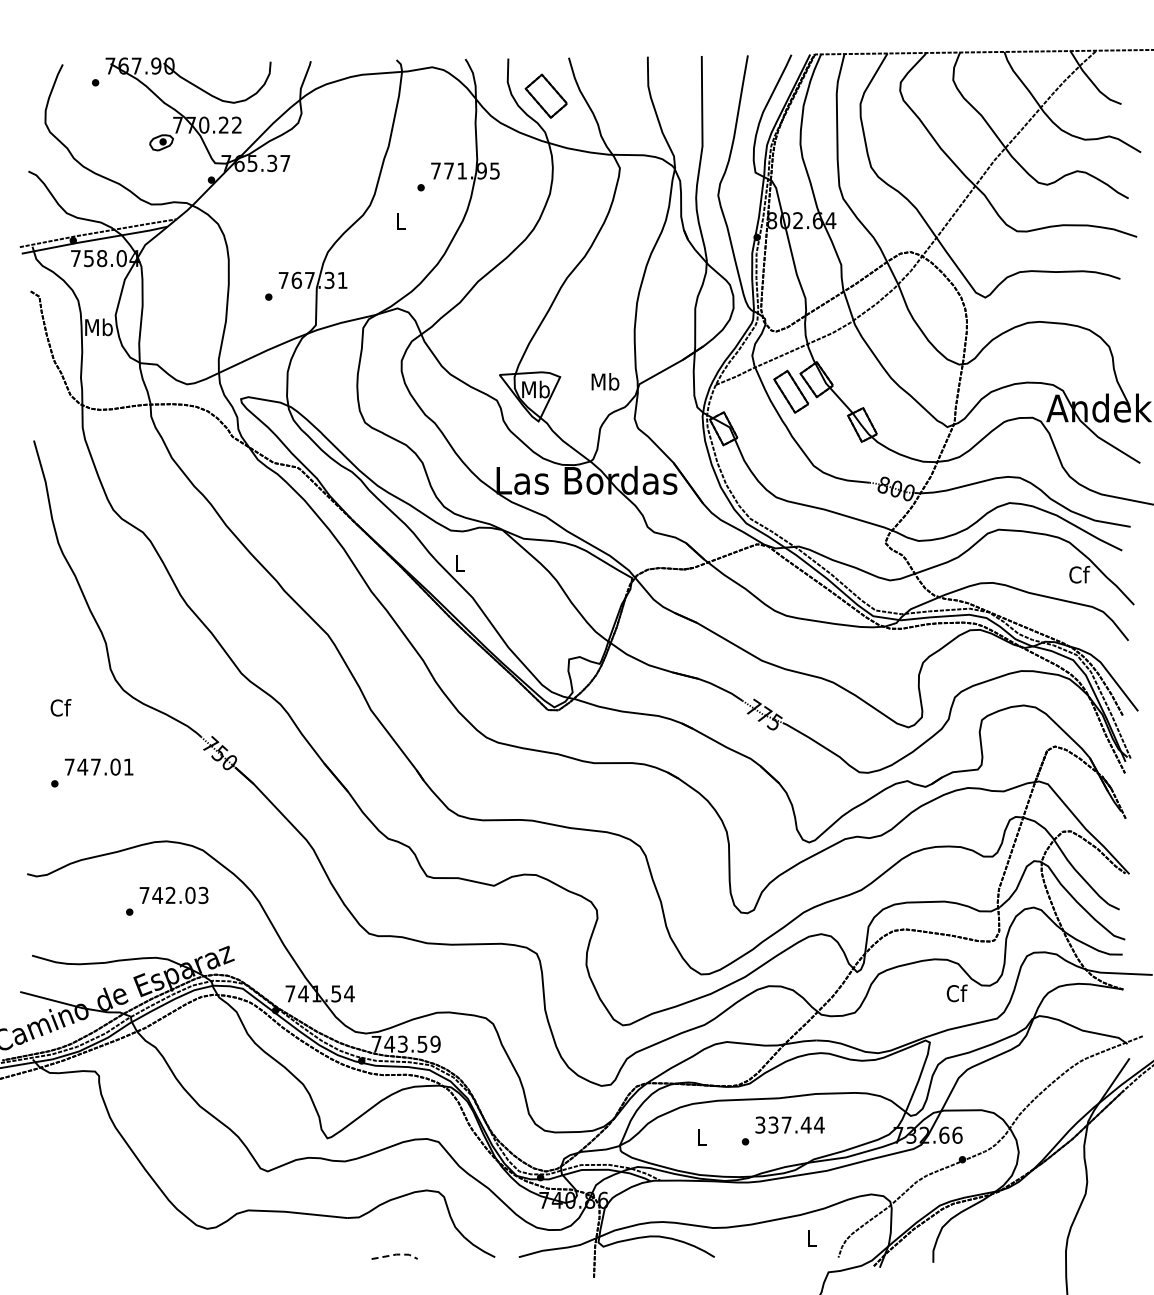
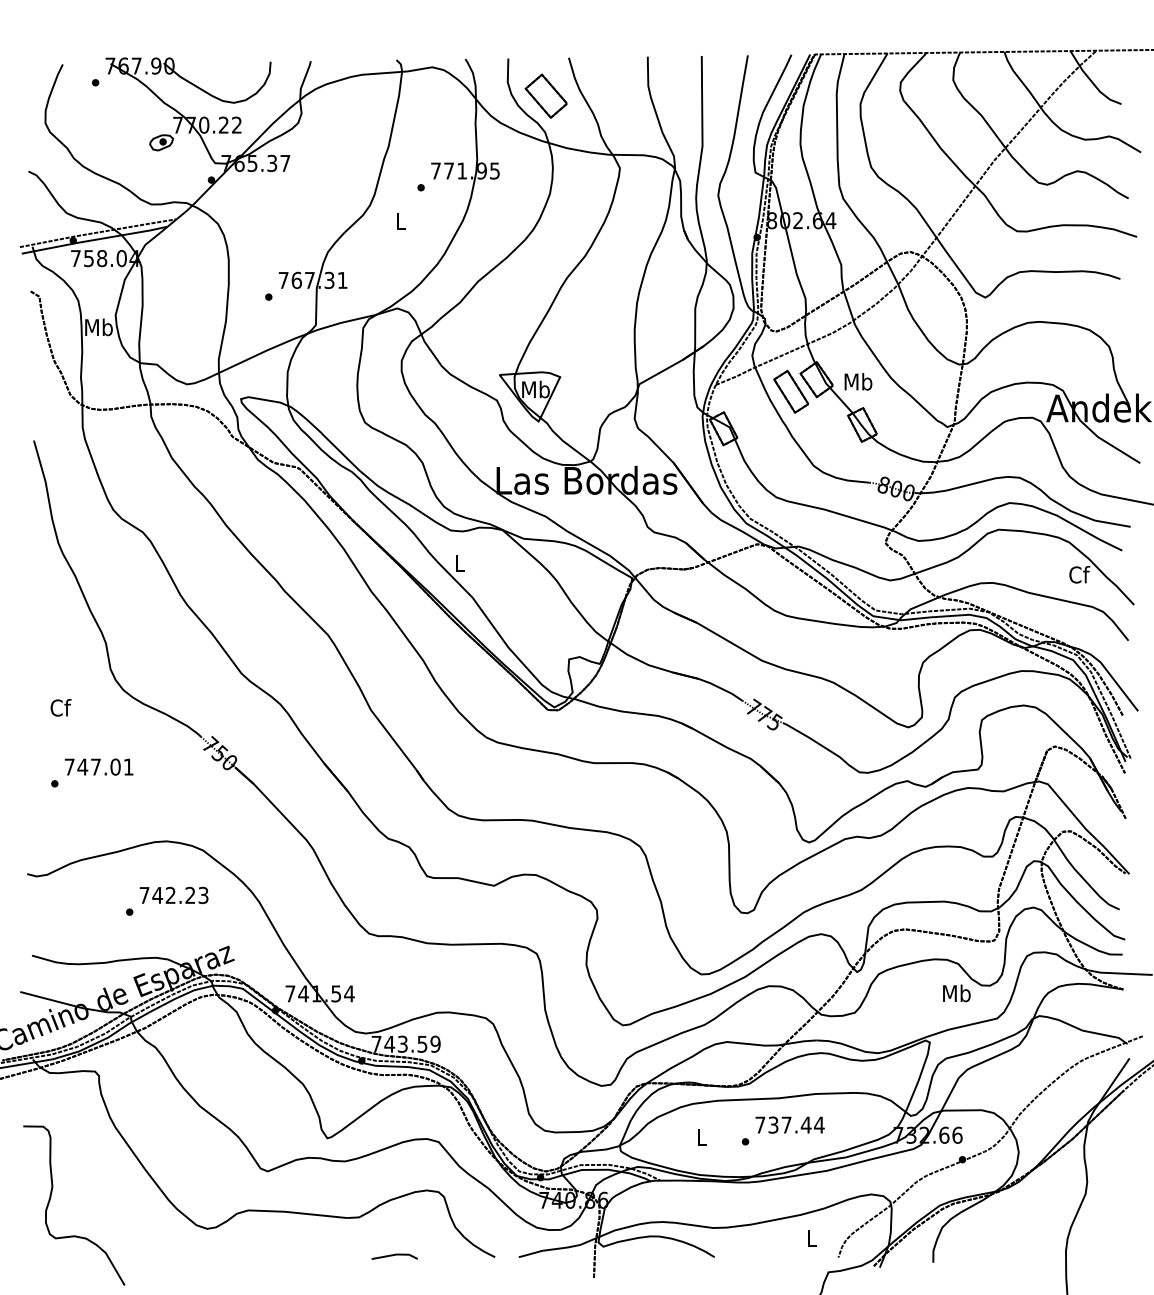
text at (605, 381) position: (605, 381) -> (858, 381)
text at (190, 895): 742.03 -> 742.23
text at (956, 993): Cf -> Mb
text at (760, 1124): 337.44 -> 737.44
curve at (51, 1197): none -> present
line at (396, 1254): dashed -> solid
